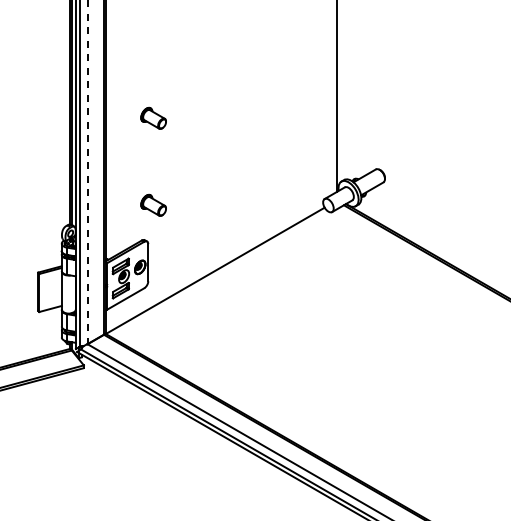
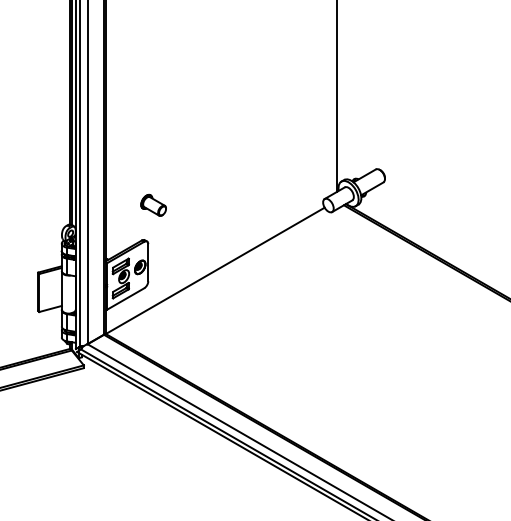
part at (153, 117): present -> none
line at (87, 172): dashed -> solid
